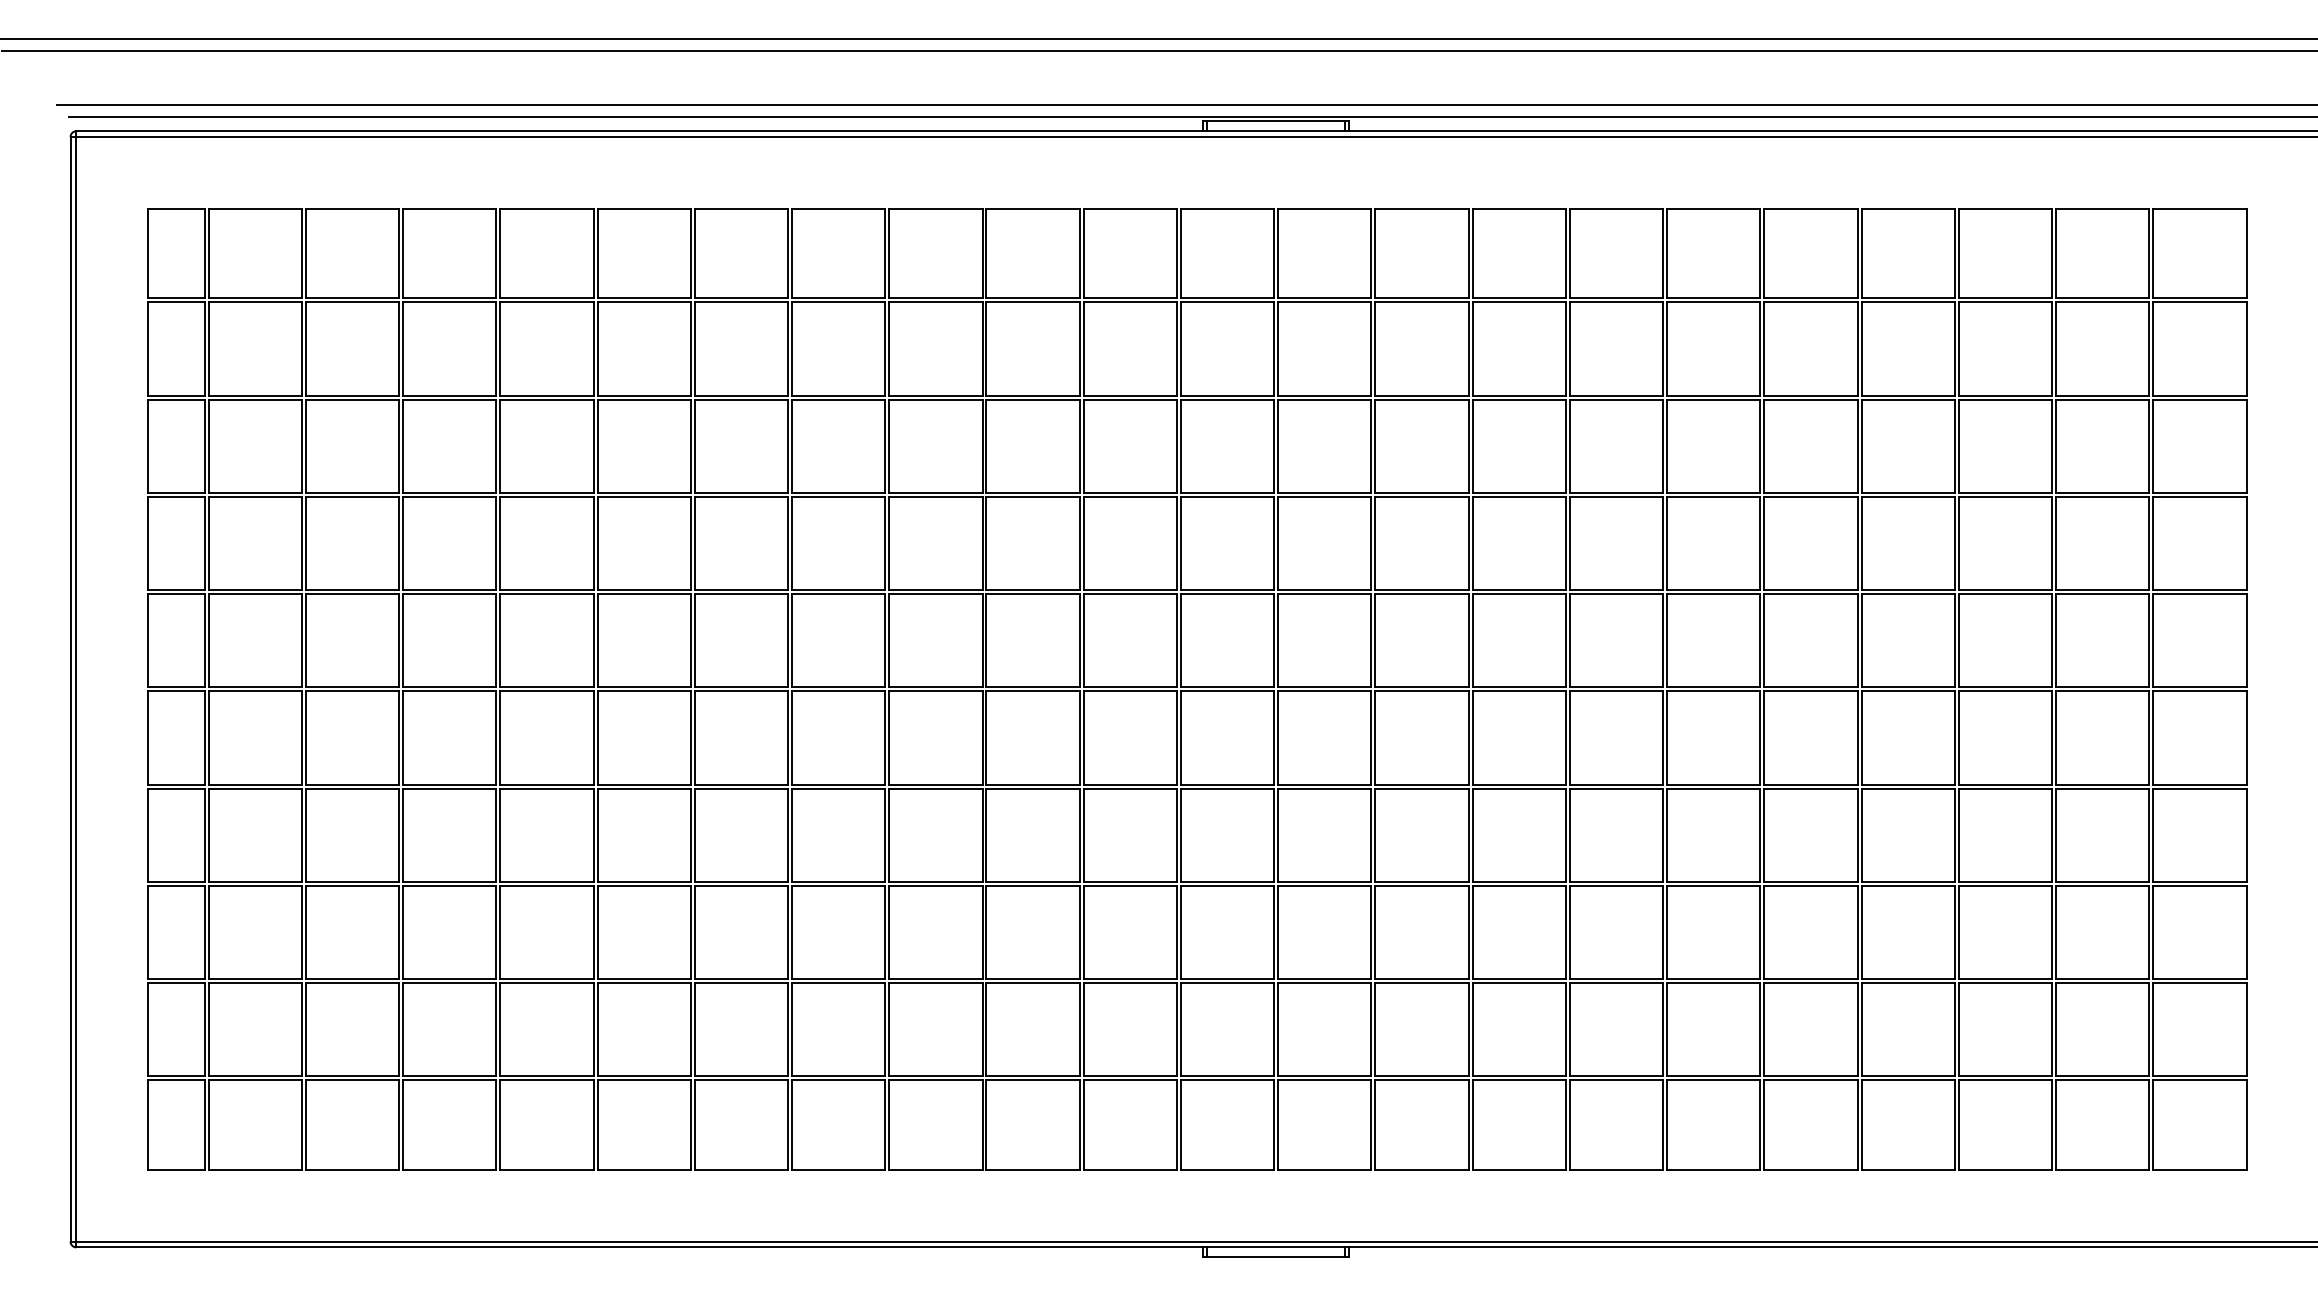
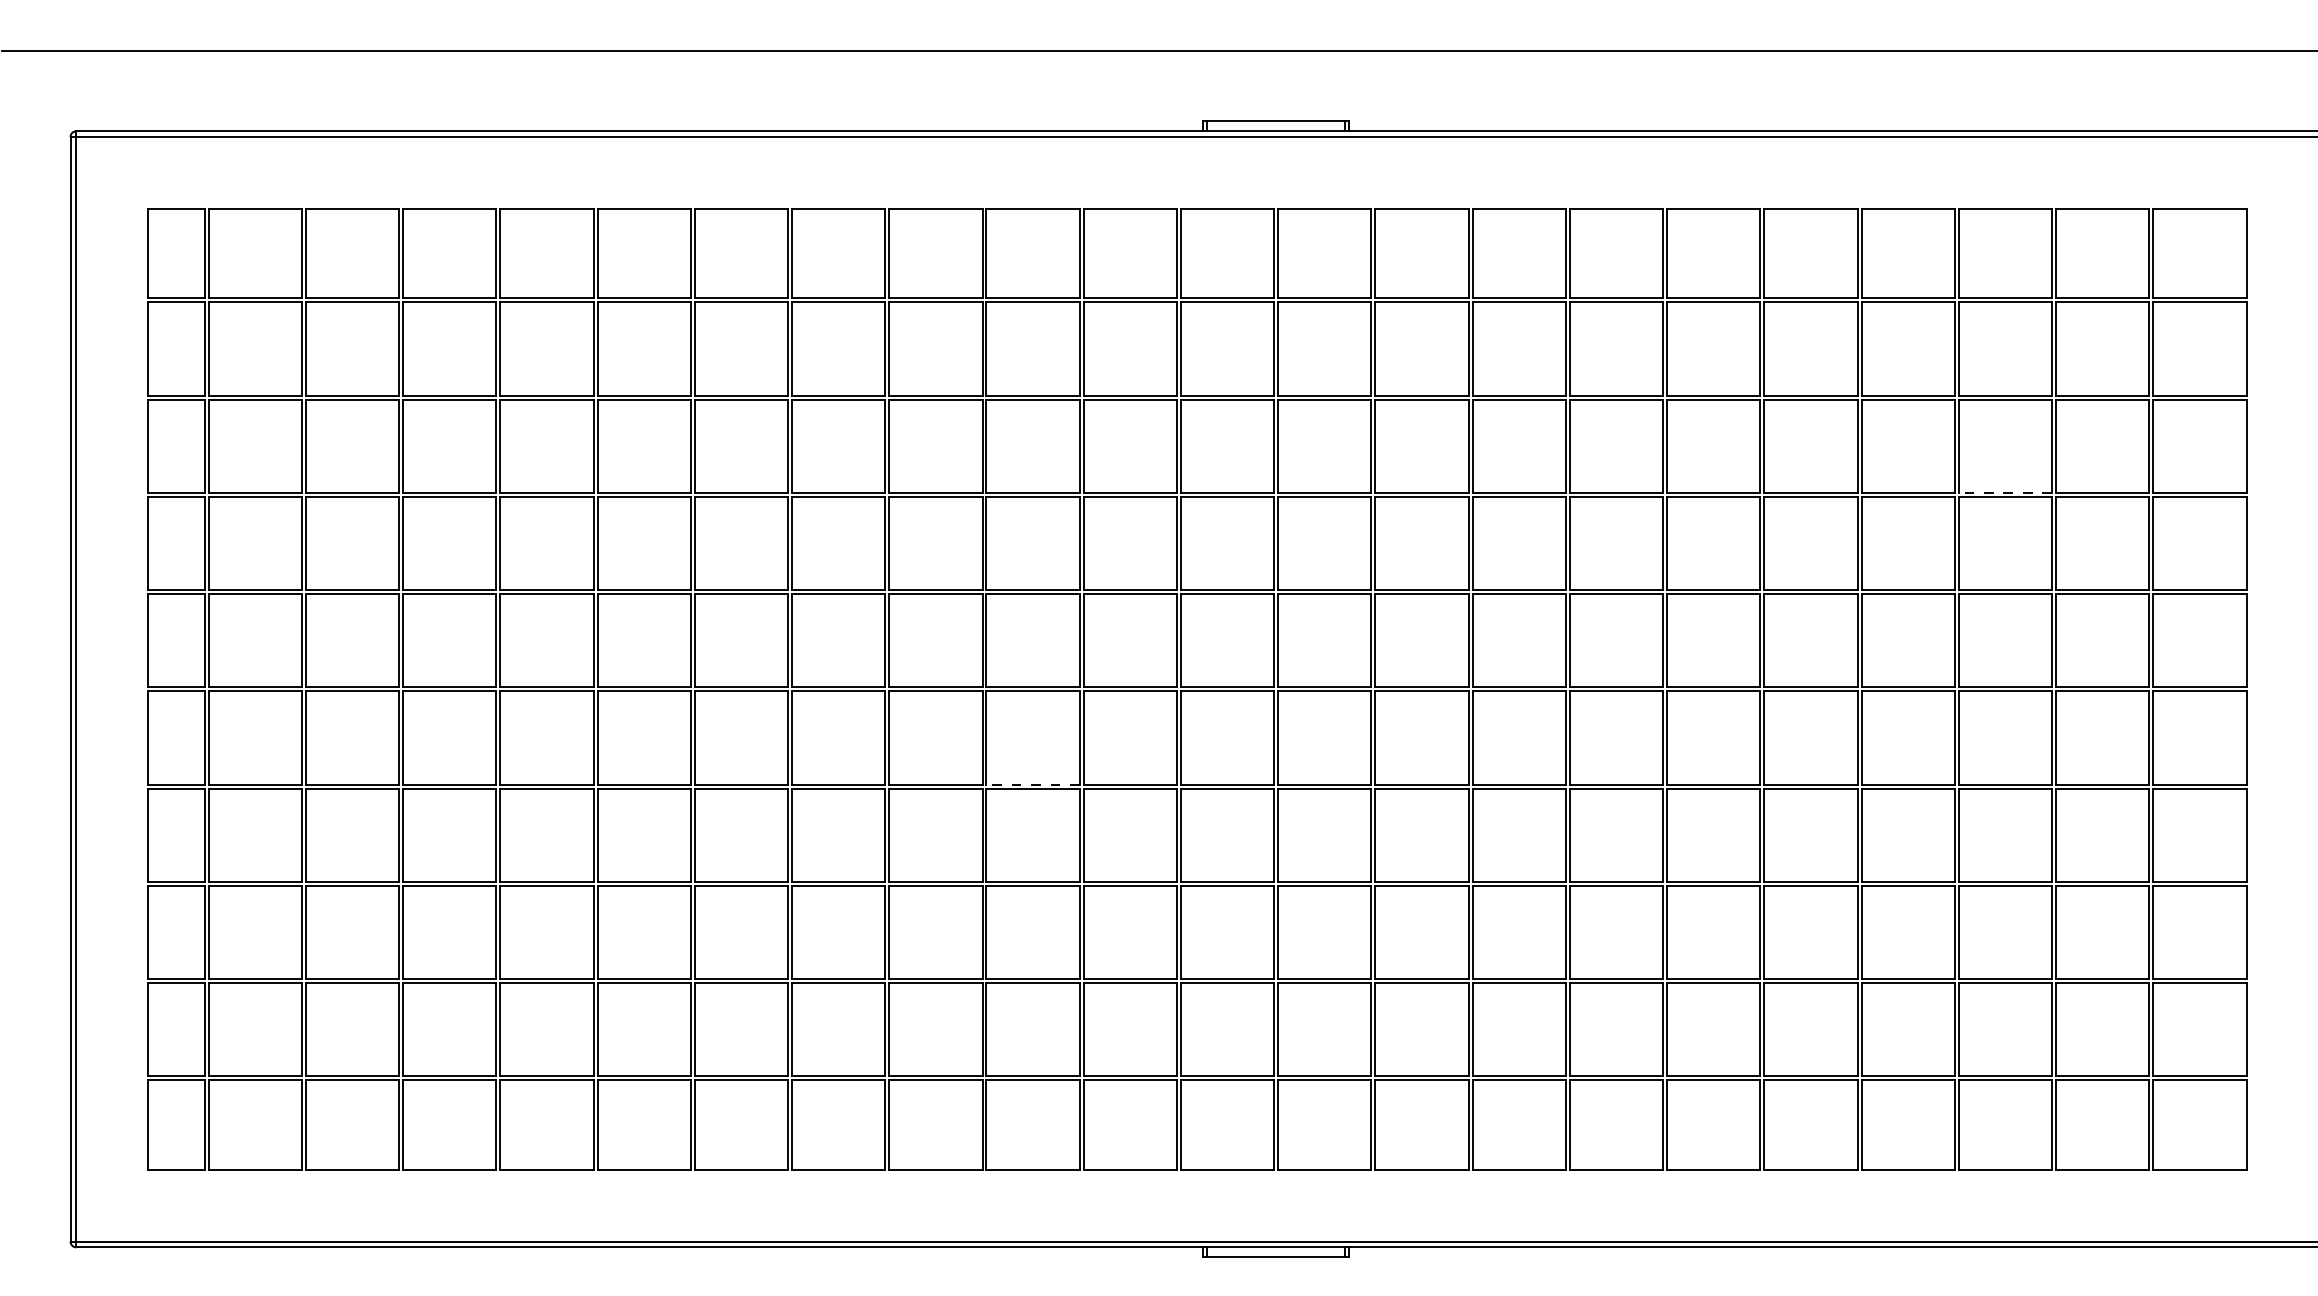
line at (1158, 38): present -> none
line at (1185, 104): present -> none
line at (1191, 116): present -> none
line at (2005, 492): solid -> dashed
line at (1033, 784): solid -> dashed
